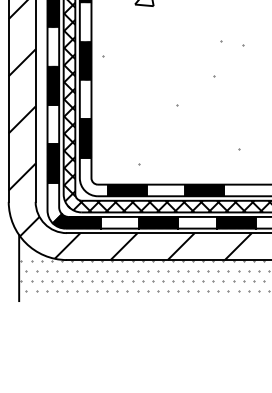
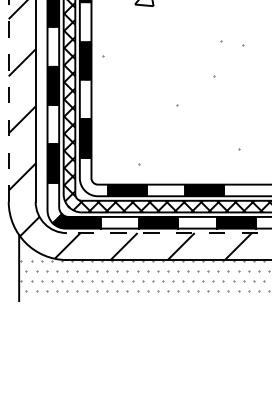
line at (8, 101): solid -> dashed
line at (168, 233): solid -> dashed
